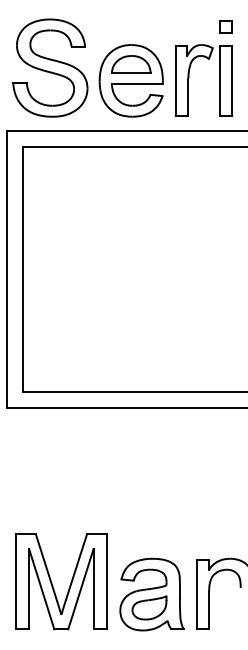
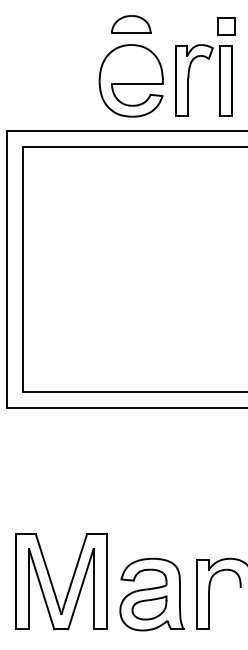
part at (225, 26) size: 14x14 px -> 19x19 px
part at (131, 64) position: (131, 64) -> (131, 24)
part at (50, 67): present -> none
